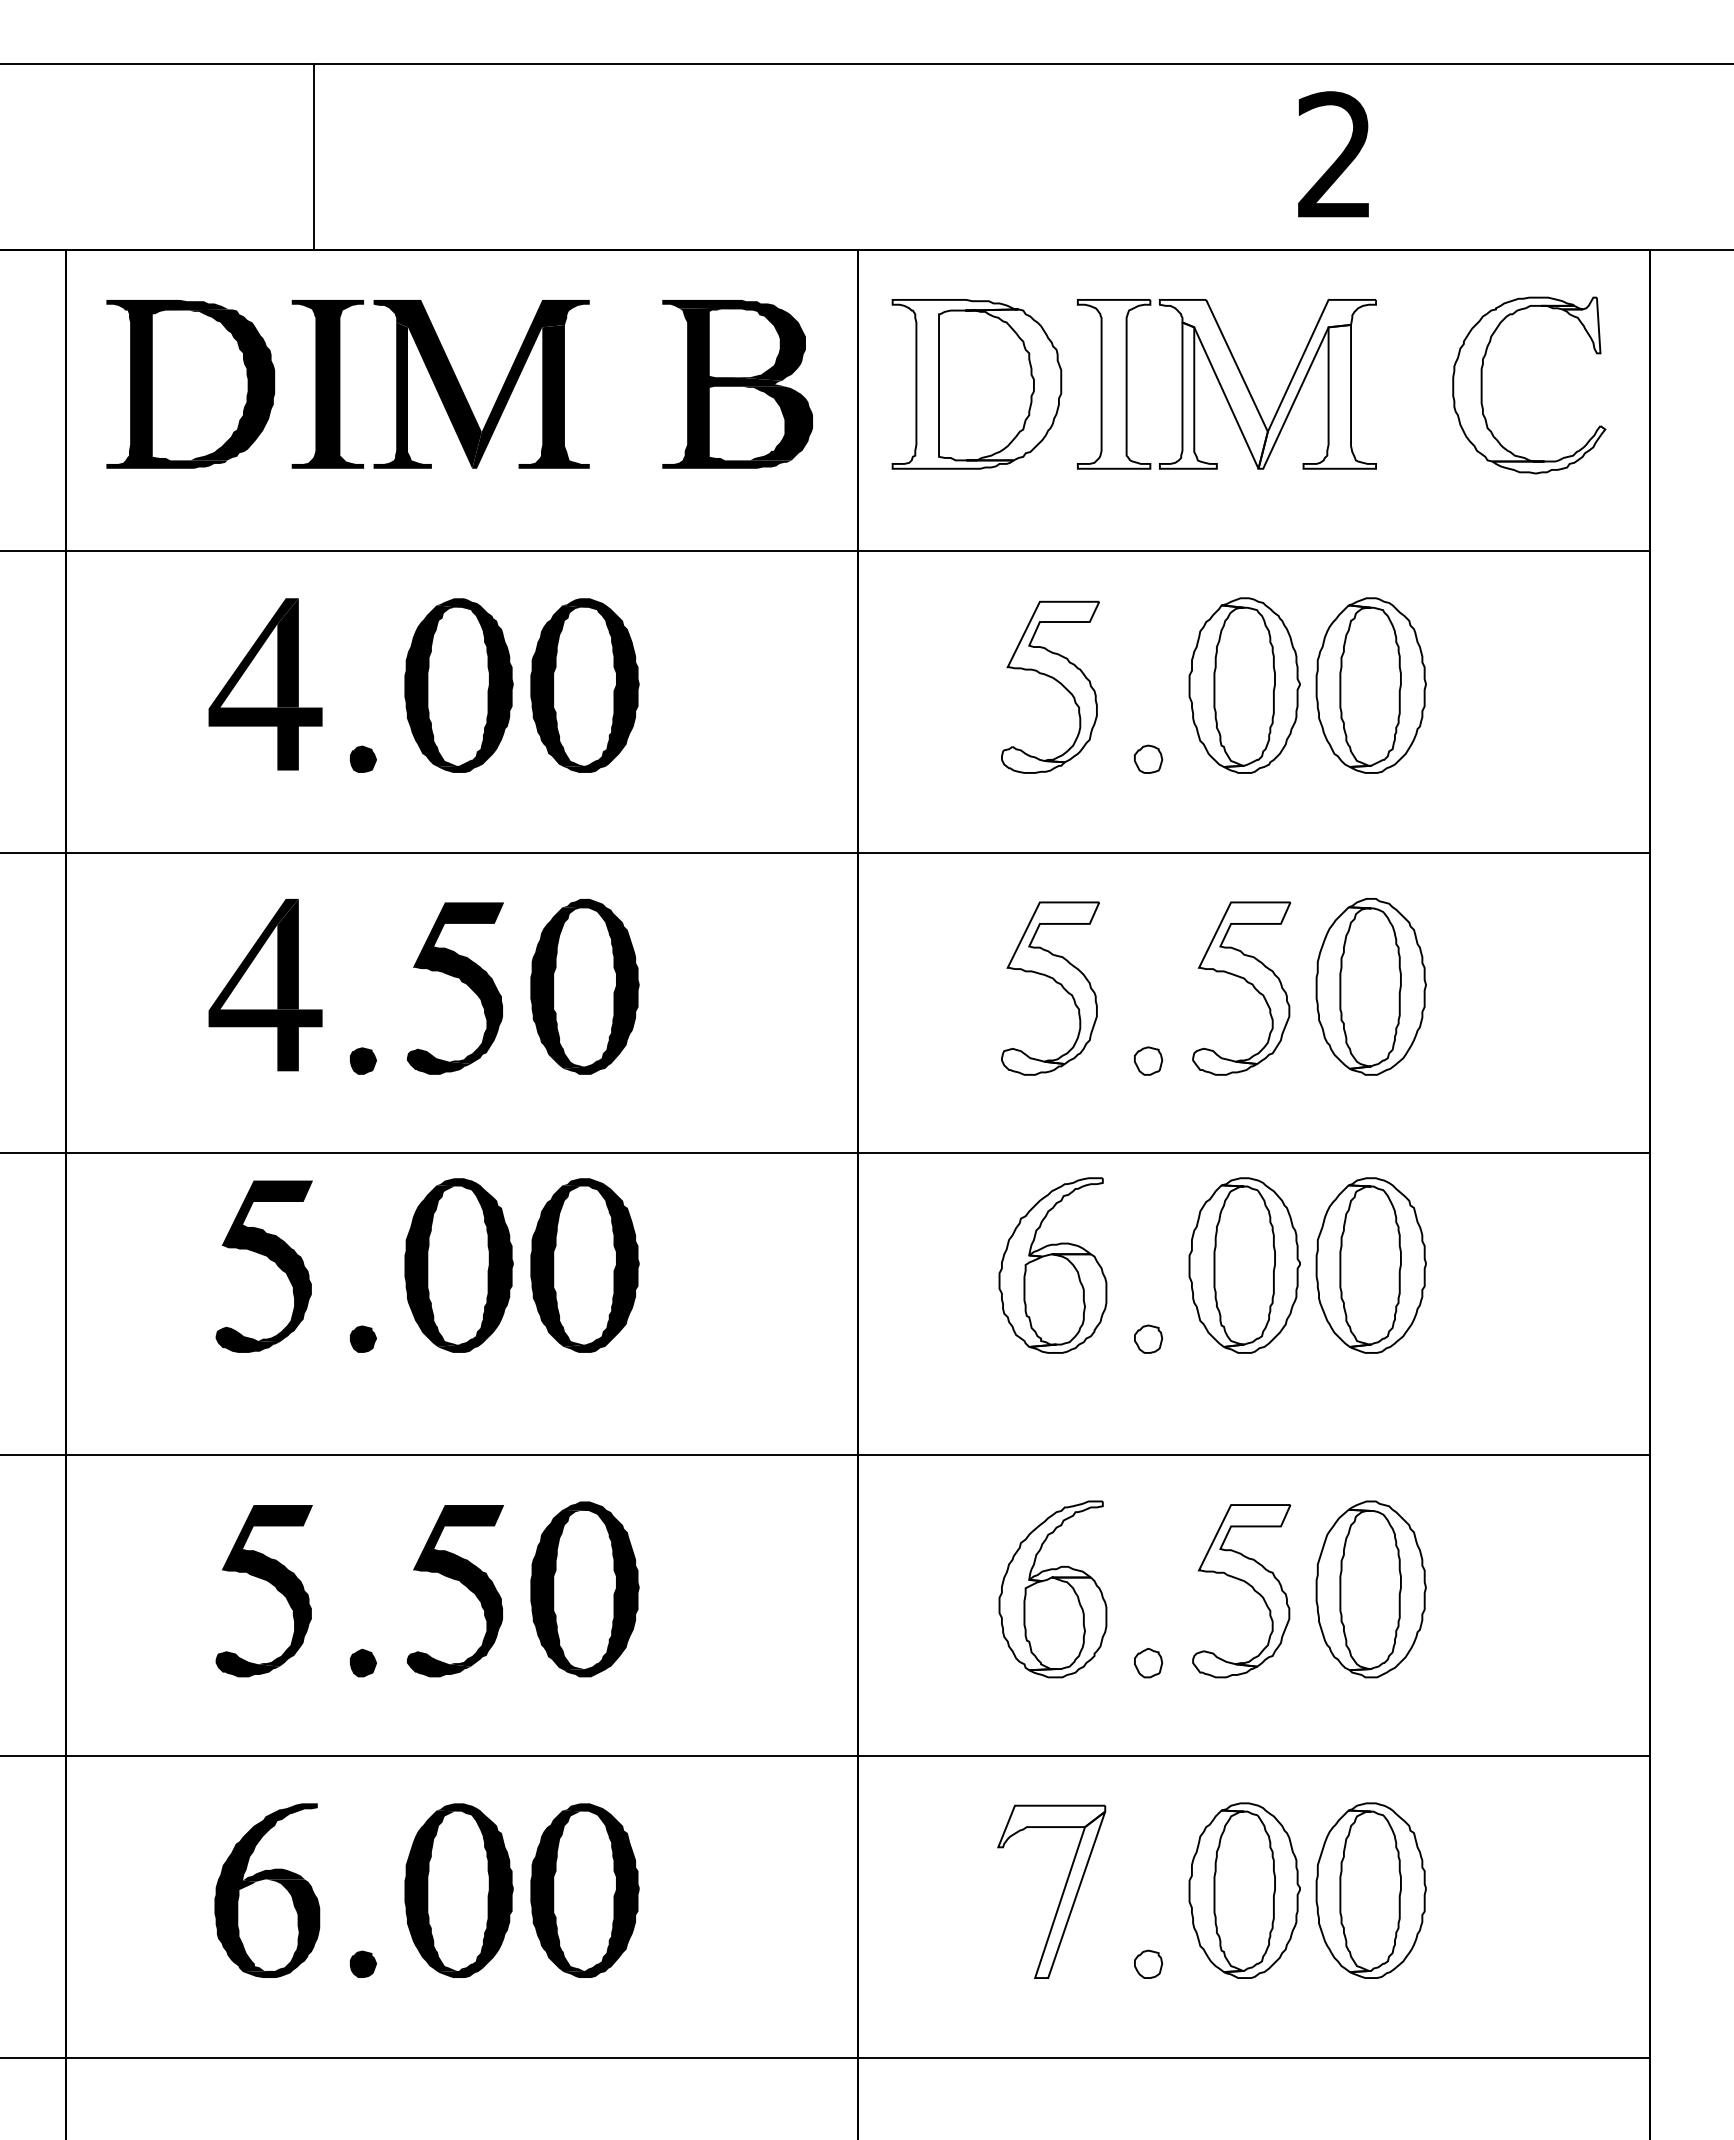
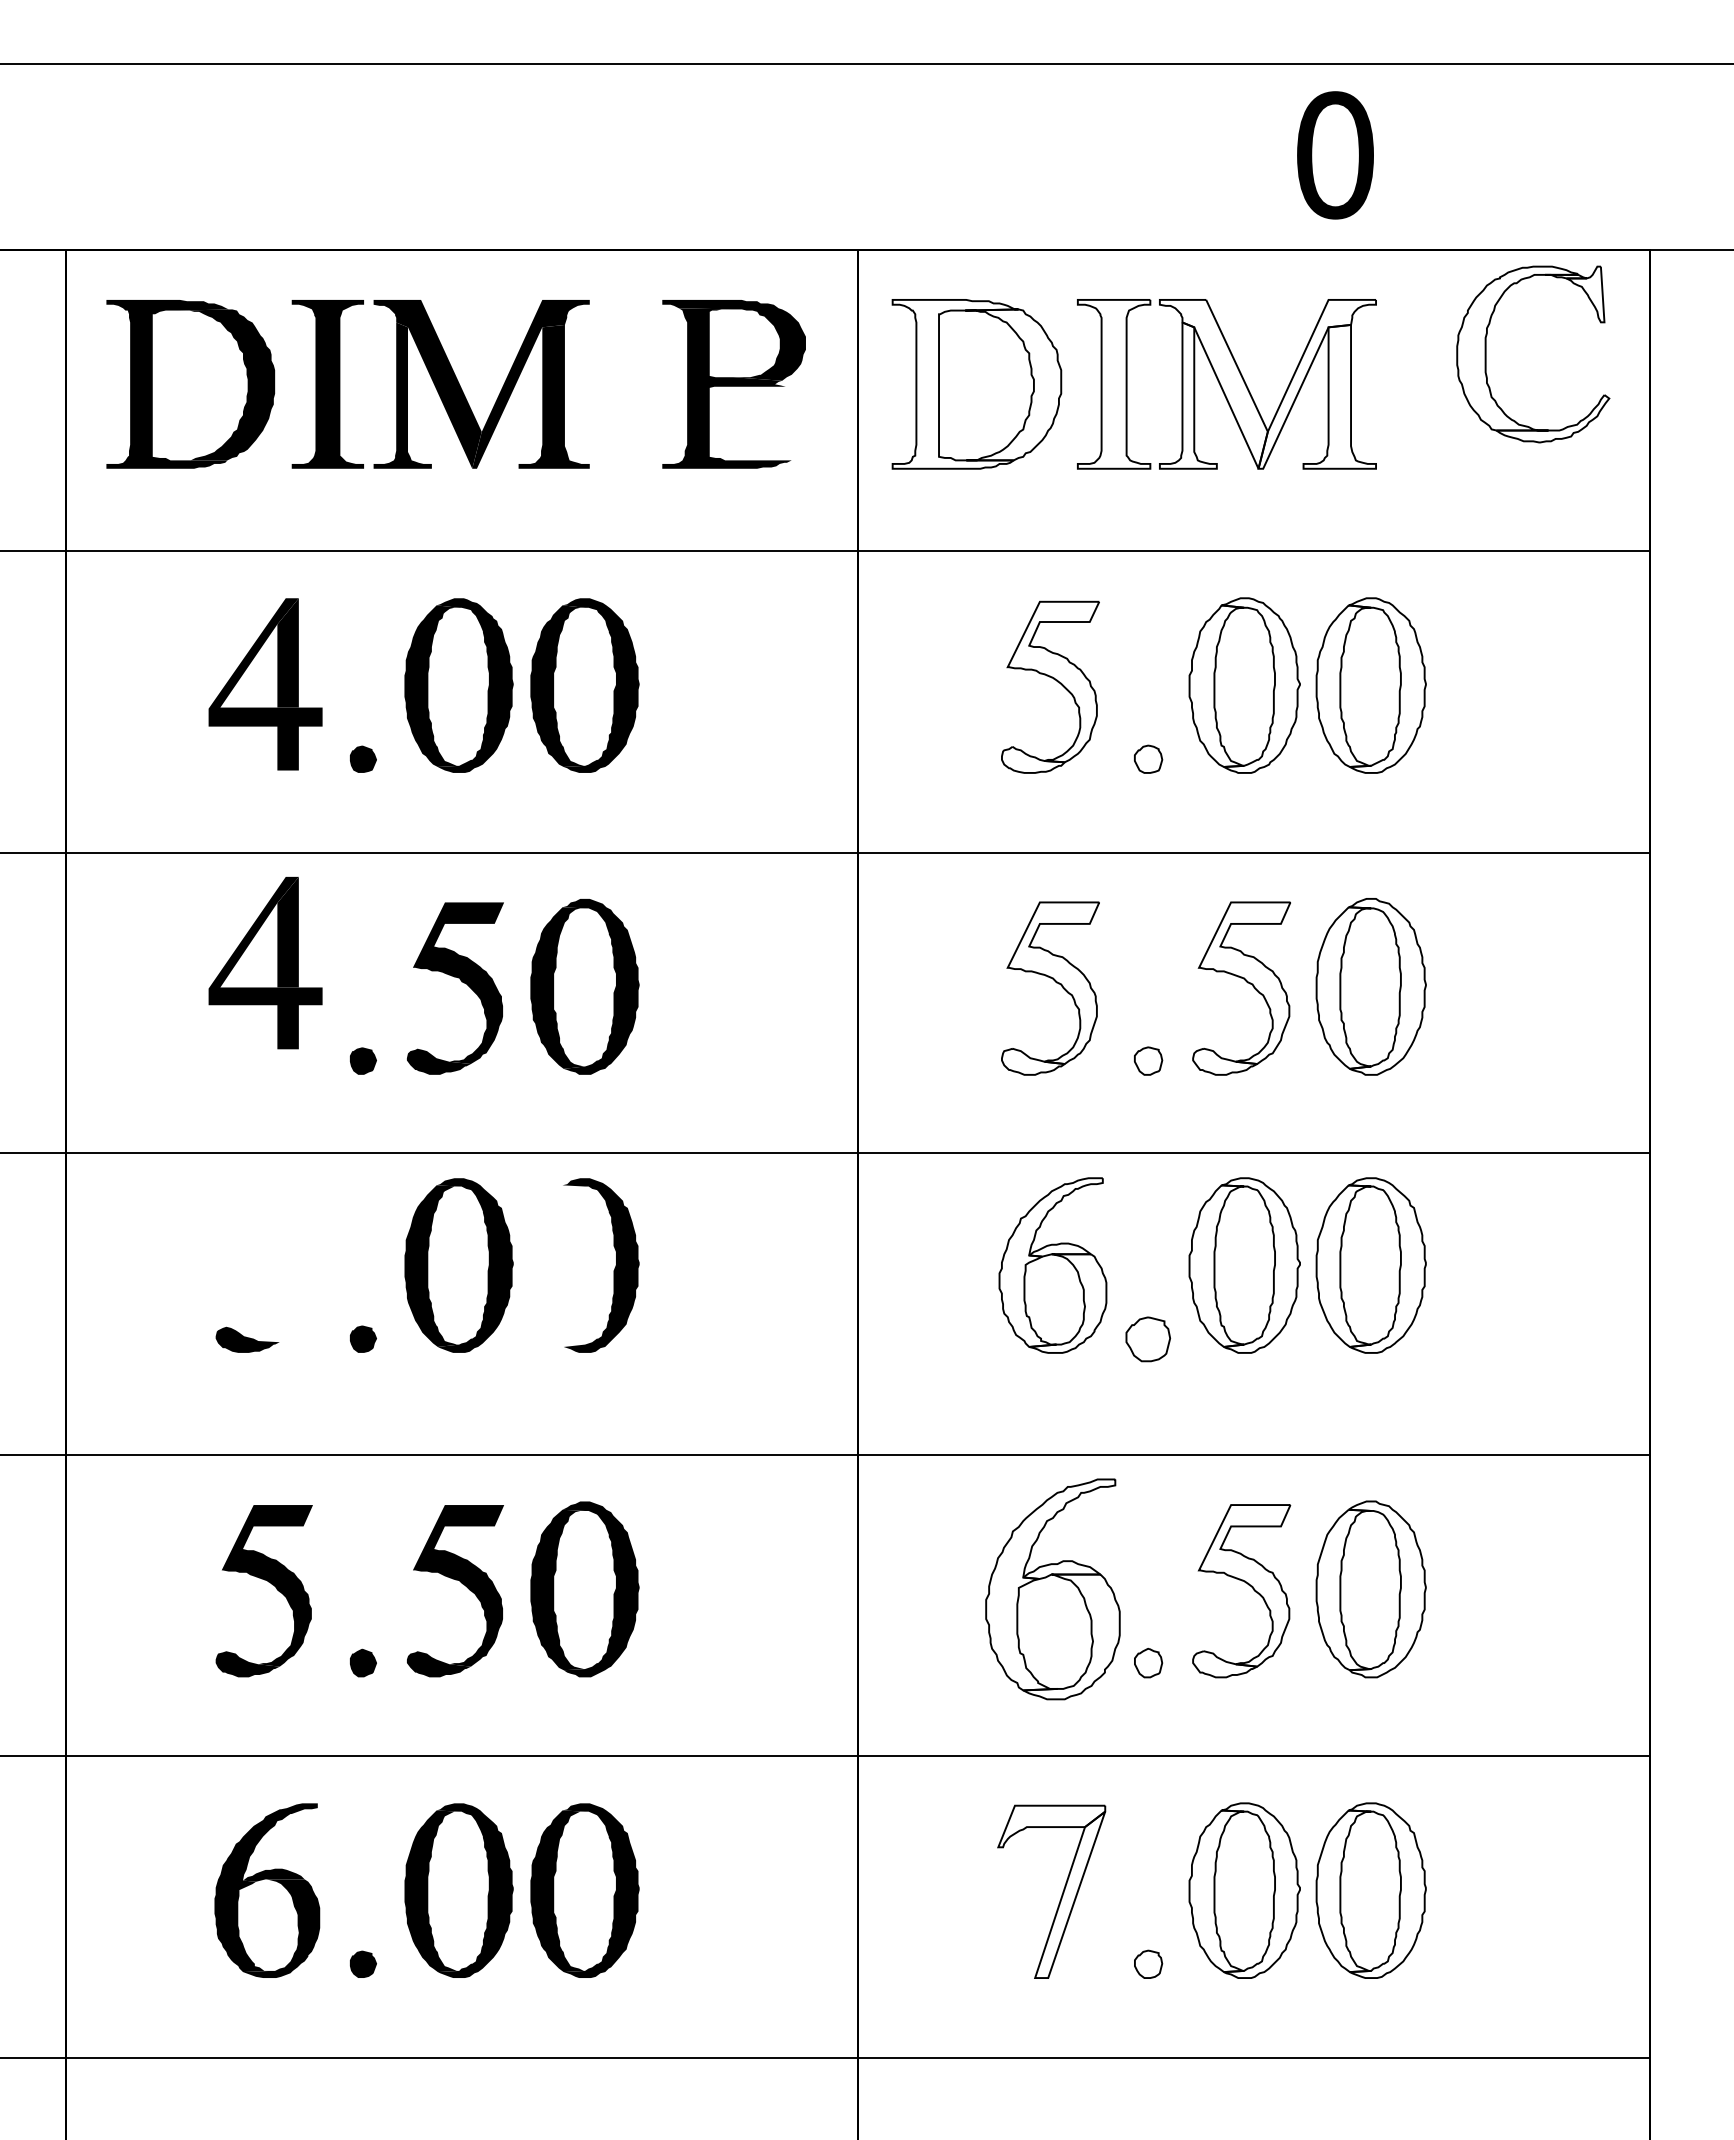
text at (1335, 155): 2 -> 0
line at (313, 157): present -> none
part at (1482, 385) position: (1482, 385) -> (1486, 354)
fill at (772, 423): present -> none
part at (265, 984) position: (265, 984) -> (265, 962)
fill at (267, 1261): present -> none
fill at (557, 1265): present -> none
part at (1148, 1338) size: 30x30 px -> 47x47 px
part at (1052, 1589) size: 110x179 px -> 136x223 px
